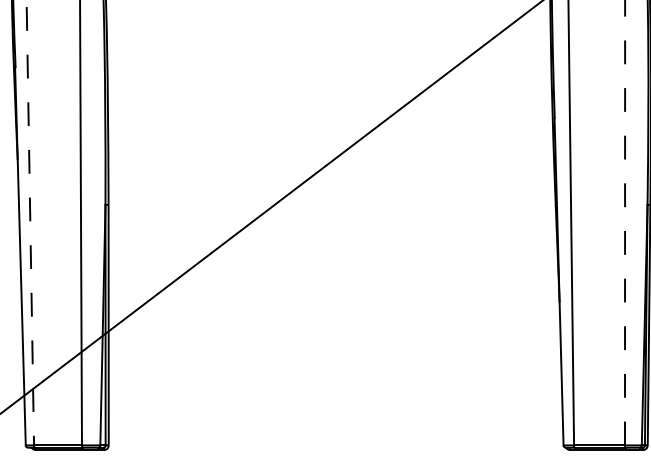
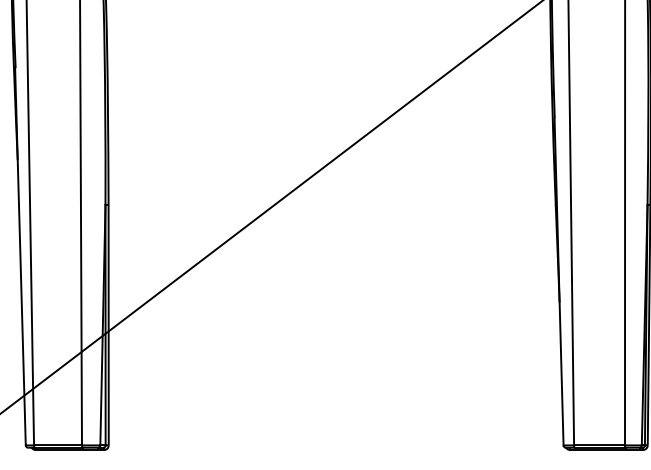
line at (625, 222): dashed -> solid
line at (30, 223): dashed -> solid
